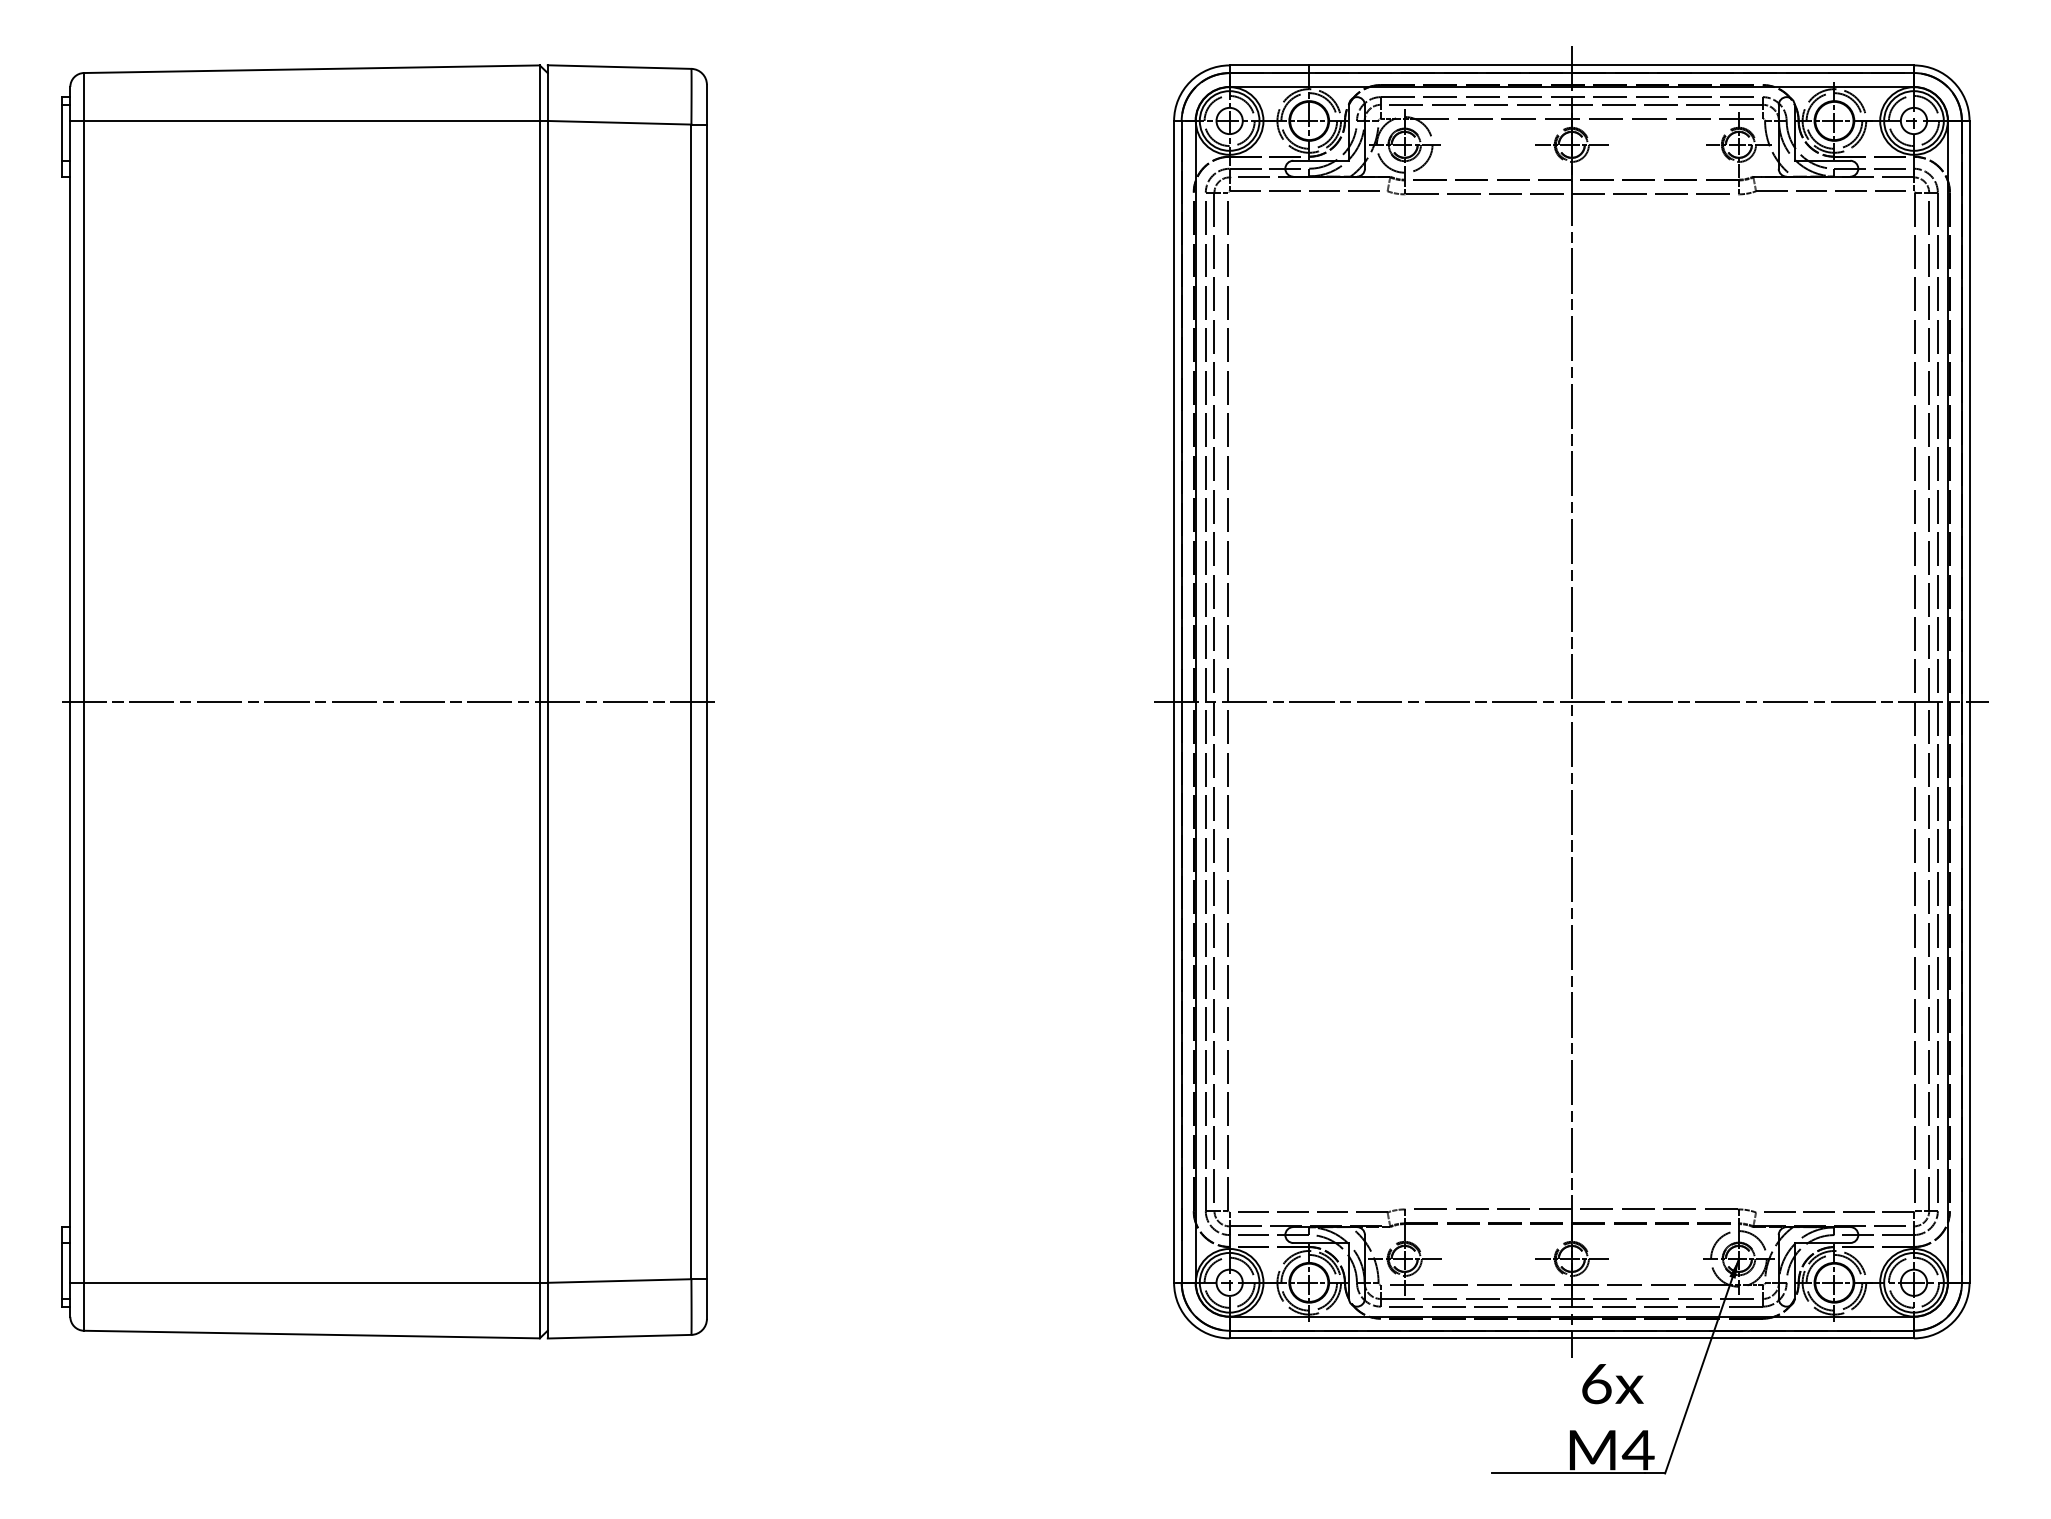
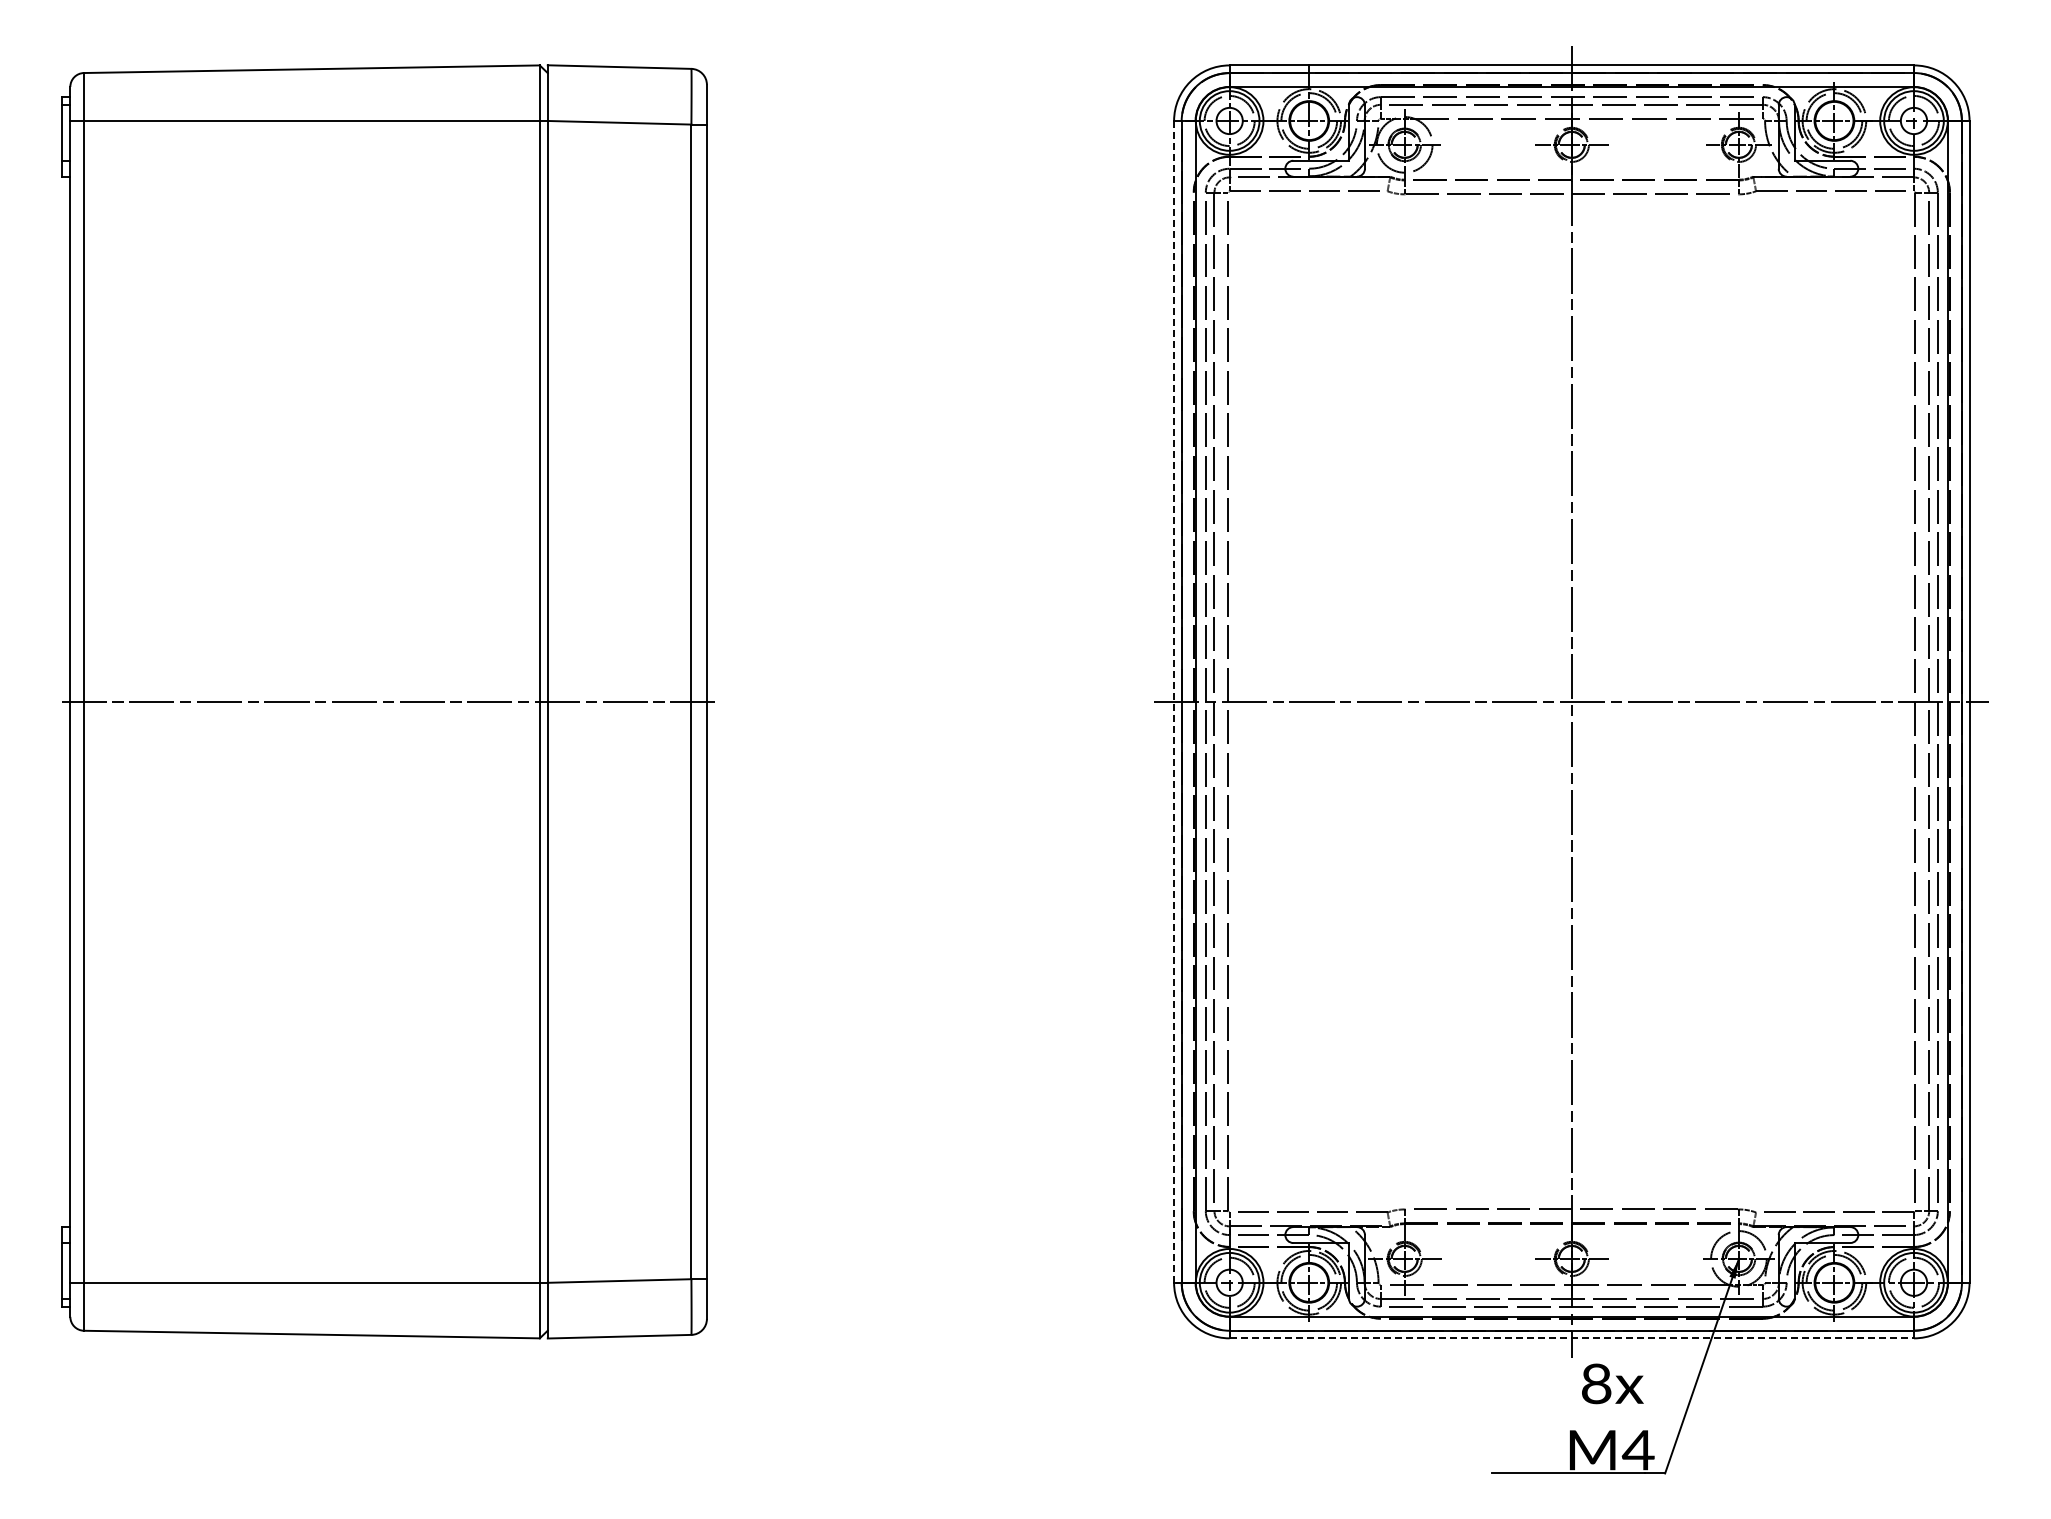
line at (1174, 701): solid -> dashed
line at (1572, 1338): solid -> dashed
text at (1596, 1383): 6x -> 8x
